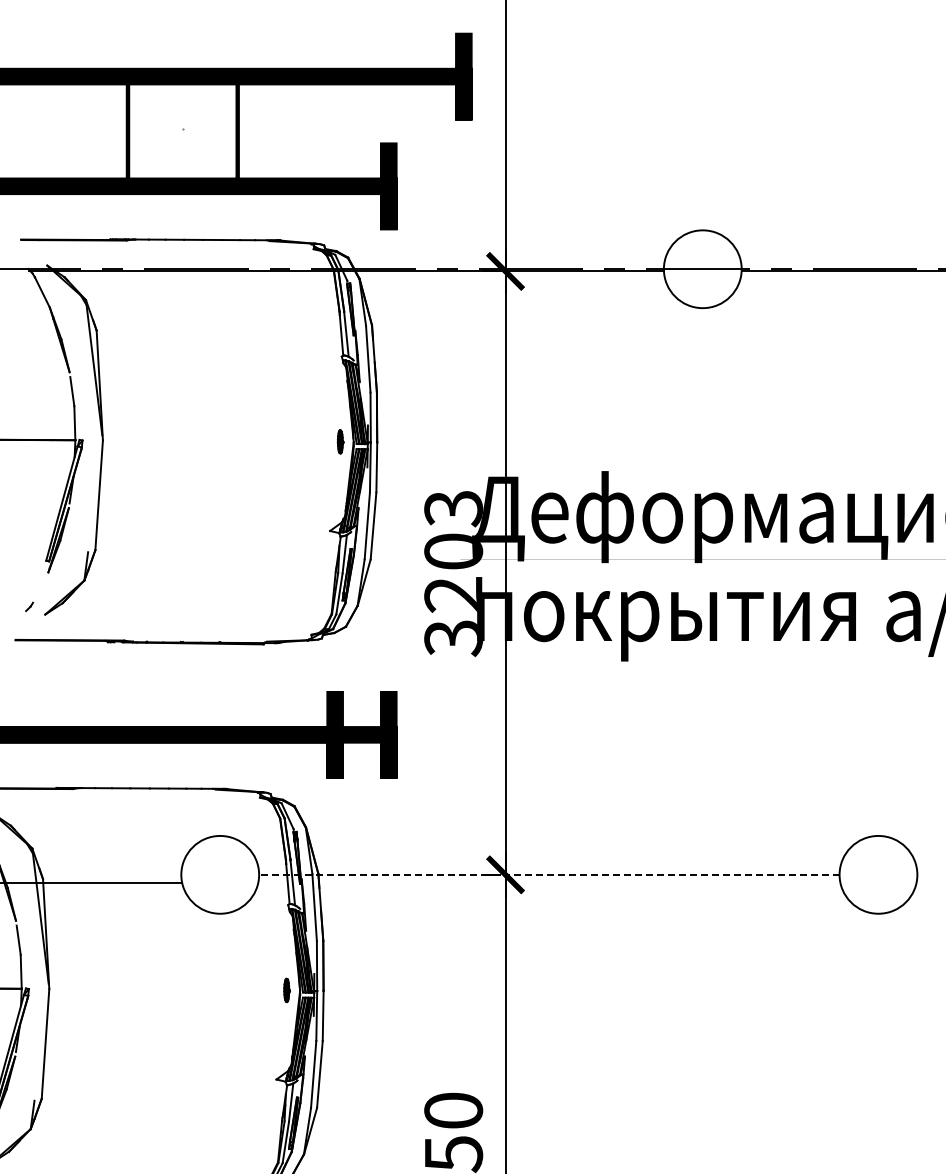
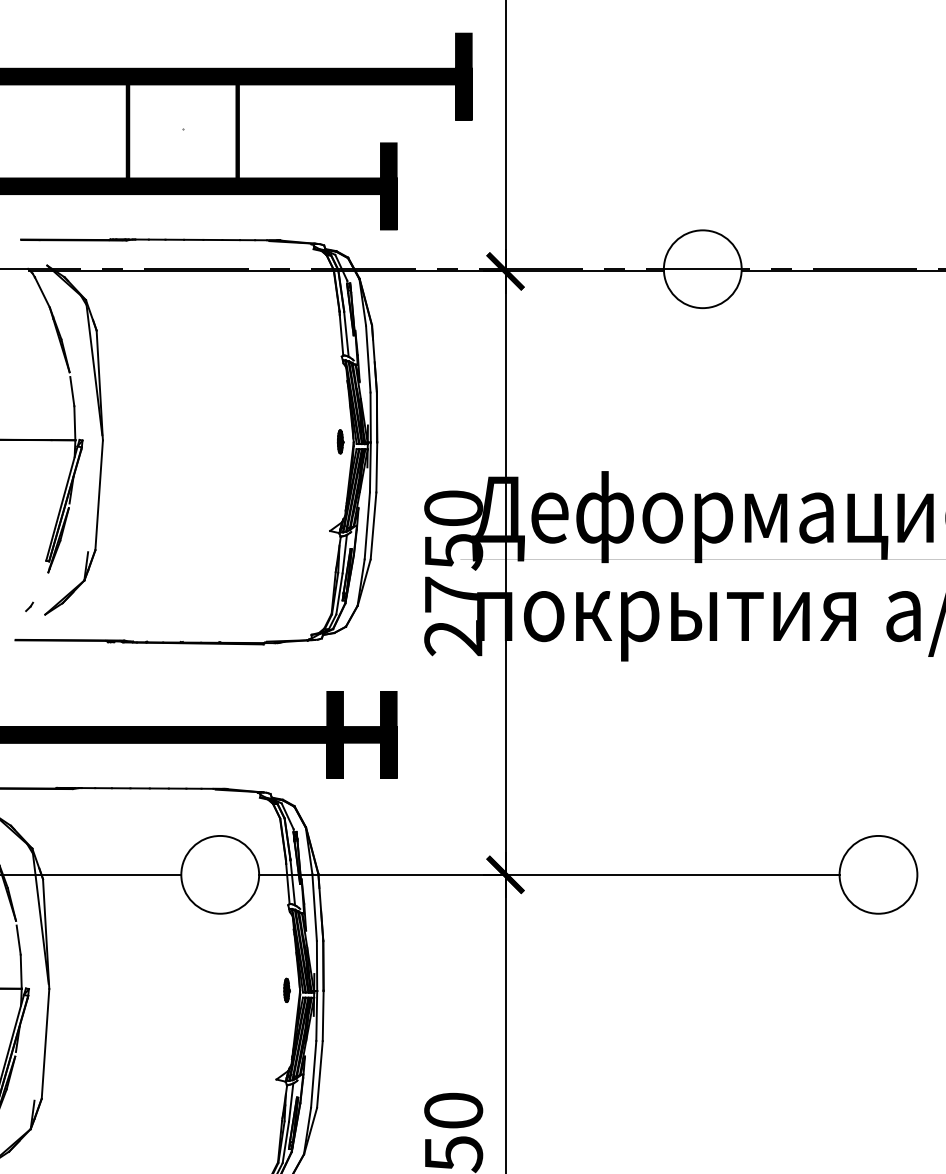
text at (453, 573): 3203 -> 2750
line at (548, 874): dashed -> solid
line at (91, 882) position: (91, 882) -> (91, 874)
